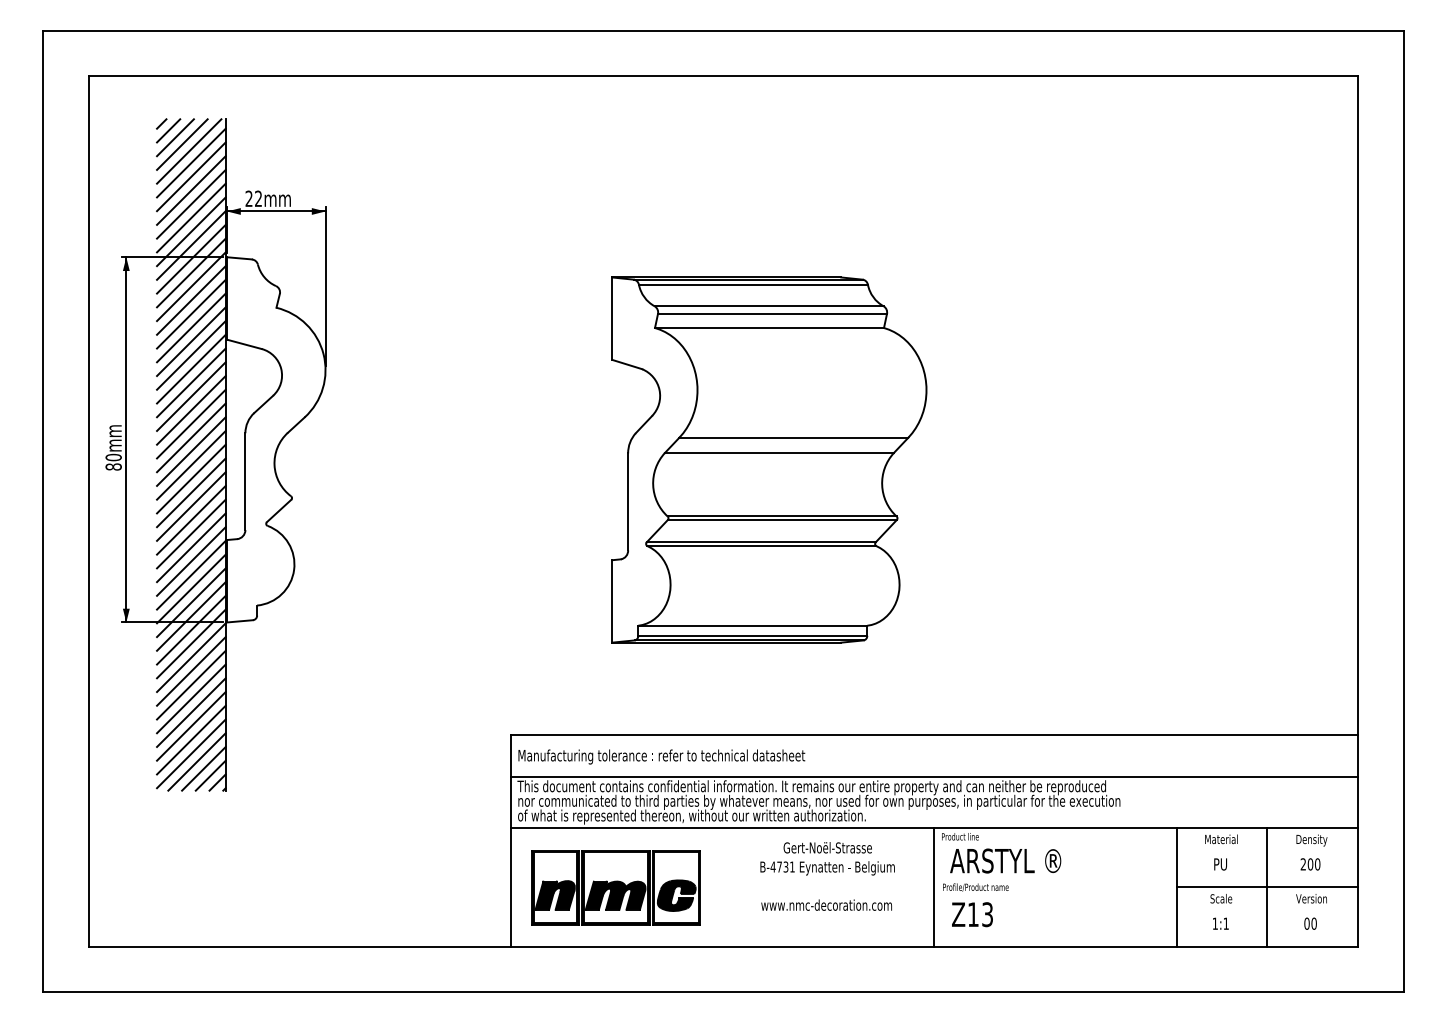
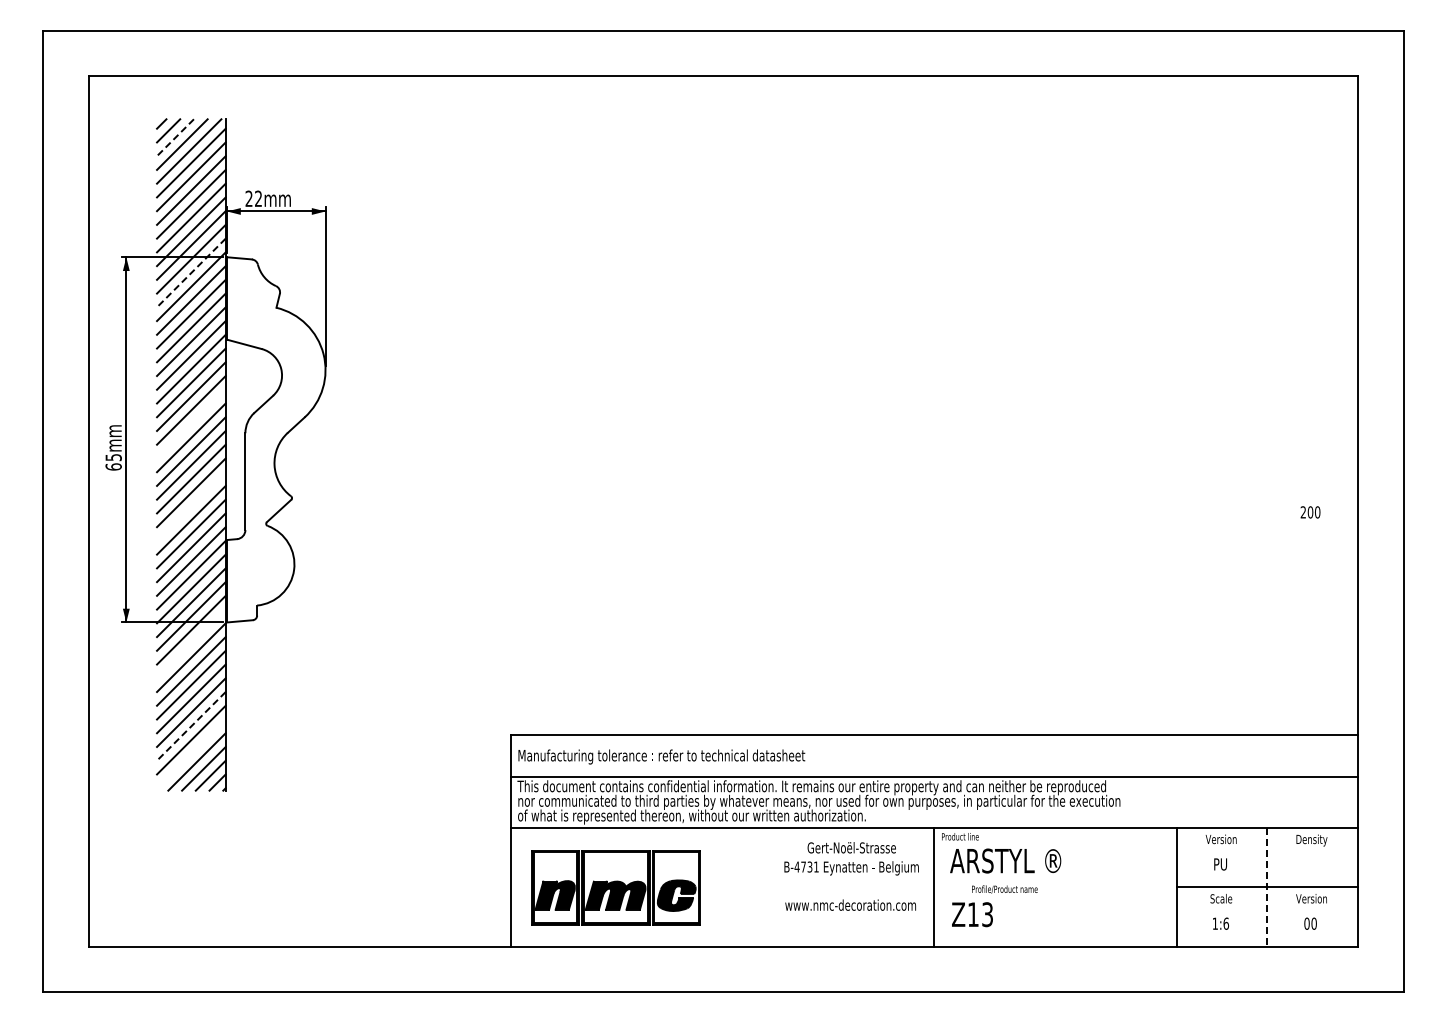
line at (175, 138): solid -> dashed
line at (191, 272): solid -> dashed
line at (191, 423): present -> none
part at (769, 459): present -> none
text at (113, 461): 80mm -> 65mm
line at (191, 506): present -> none
line at (191, 643): present -> none
line at (191, 726): solid -> dashed
line at (191, 753): present -> none
text at (1221, 839): Material -> Version
text at (1310, 864) position: (1310, 864) -> (1310, 512)
text at (827, 876) position: (827, 876) -> (851, 876)
text at (975, 887) position: (975, 887) -> (1004, 889)
line at (1267, 887): solid -> dashed
text at (1225, 923): 1:1 -> 1:6
